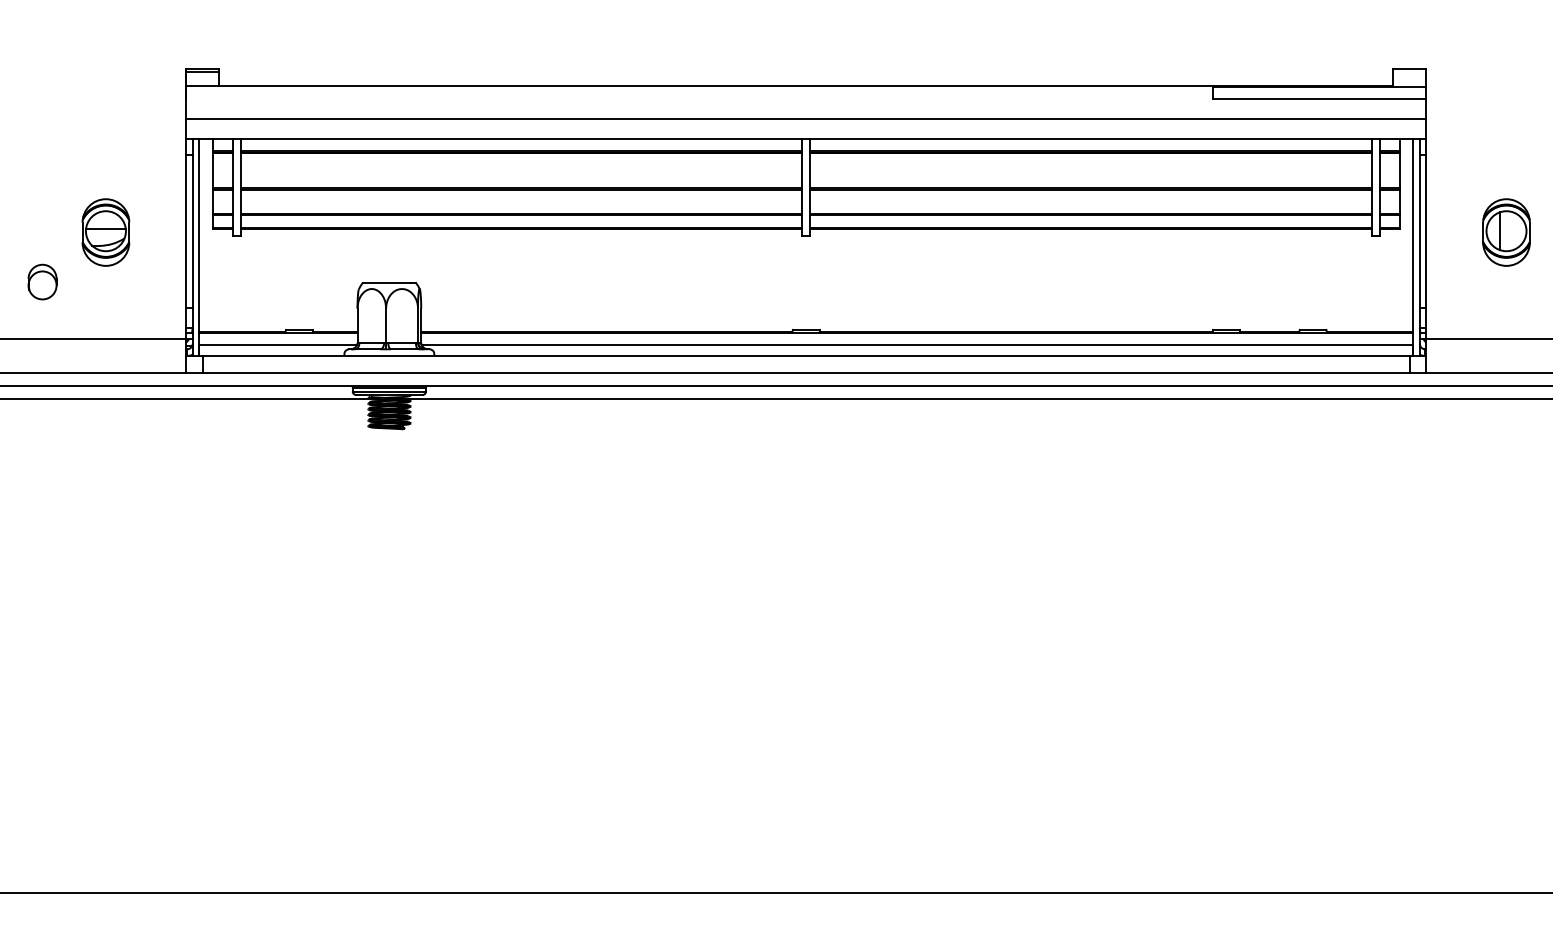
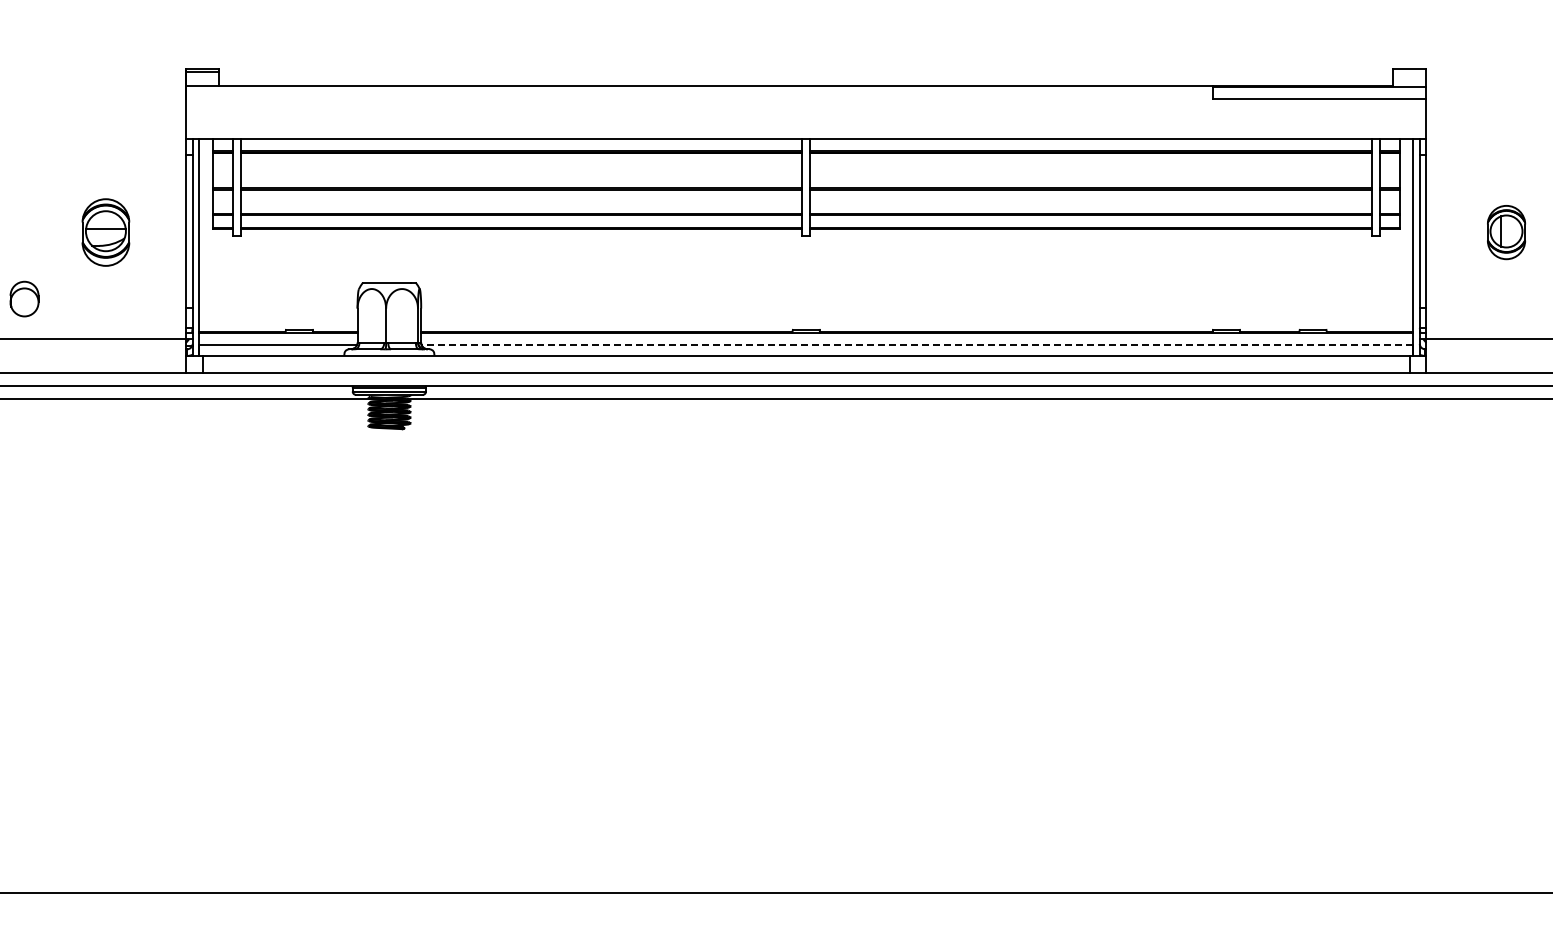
line at (805, 119): present -> none
part at (1506, 232) size: 49x69 px -> 40x56 px
part at (42, 281) position: (42, 281) -> (24, 298)
line at (917, 344): solid -> dashed
